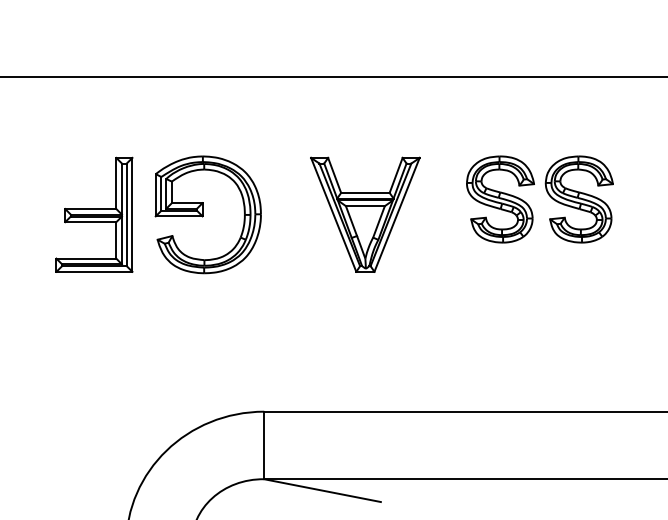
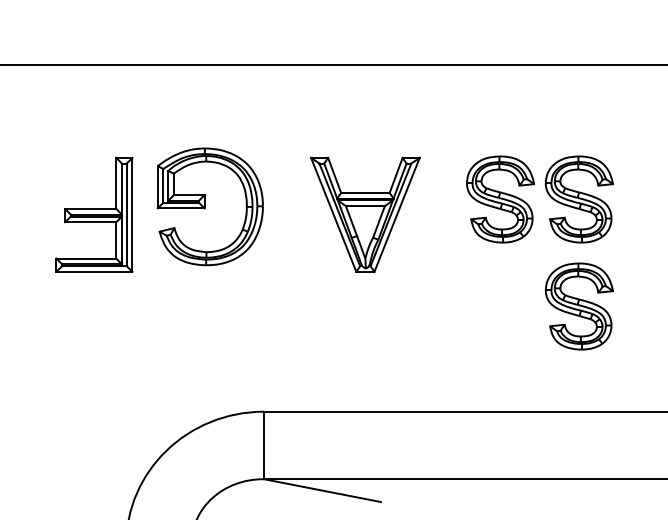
line at (333, 76) position: (333, 76) -> (333, 64)
part at (207, 214) position: (207, 214) -> (209, 206)
part at (578, 306): none -> present
